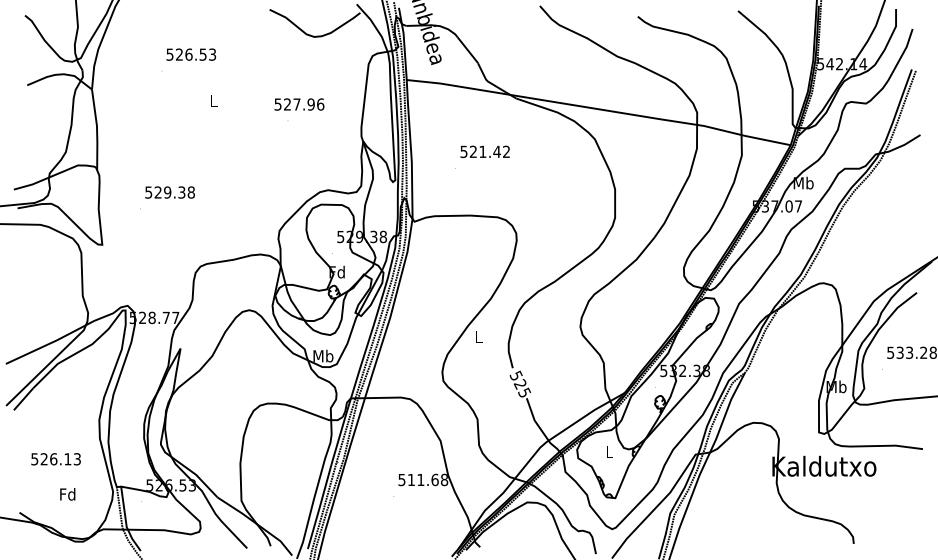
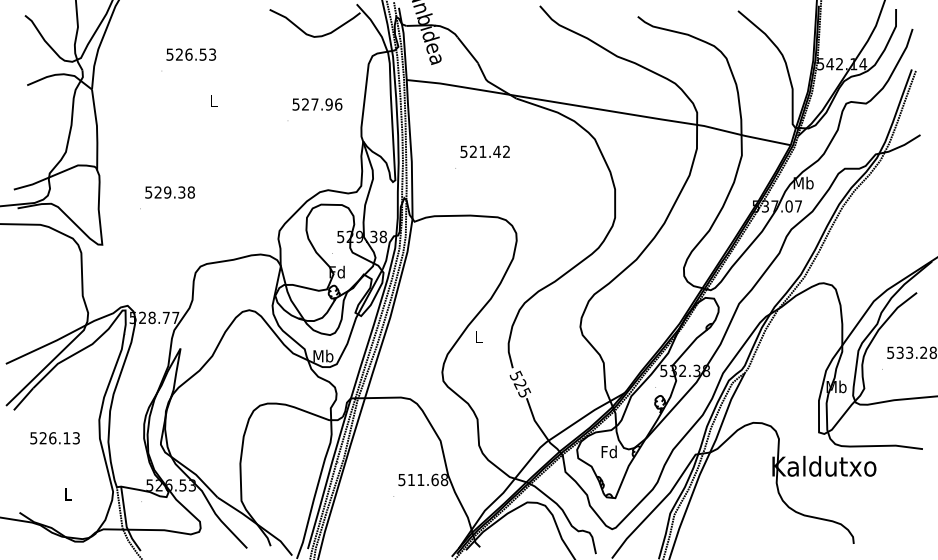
text at (299, 104) position: (299, 104) -> (317, 104)
text at (608, 451): L -> Fd
text at (55, 459) position: (55, 459) -> (54, 438)
text at (67, 494): Fd -> L
